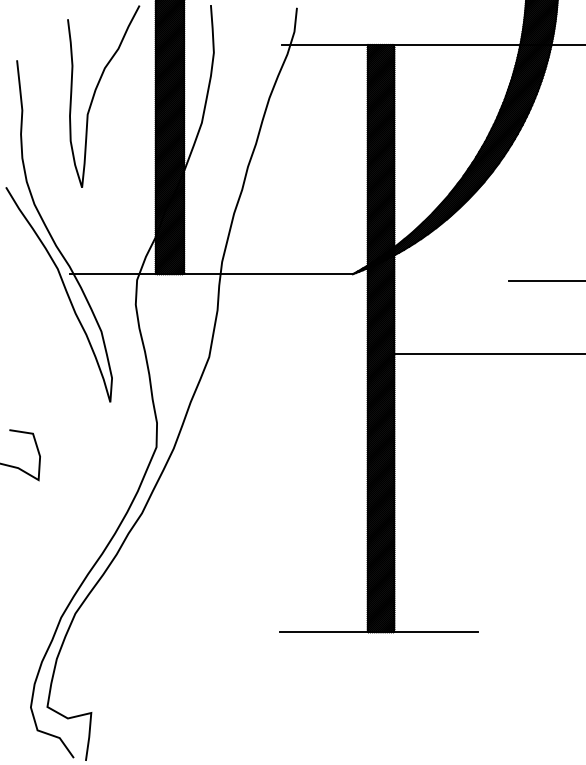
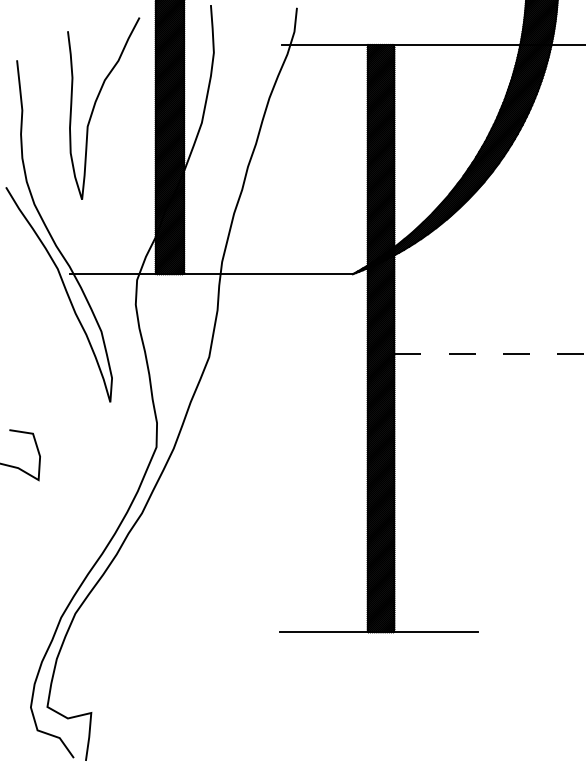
curve at (95, 94) position: (95, 94) -> (95, 106)
line at (545, 281): present -> none
line at (490, 353): solid -> dashed
